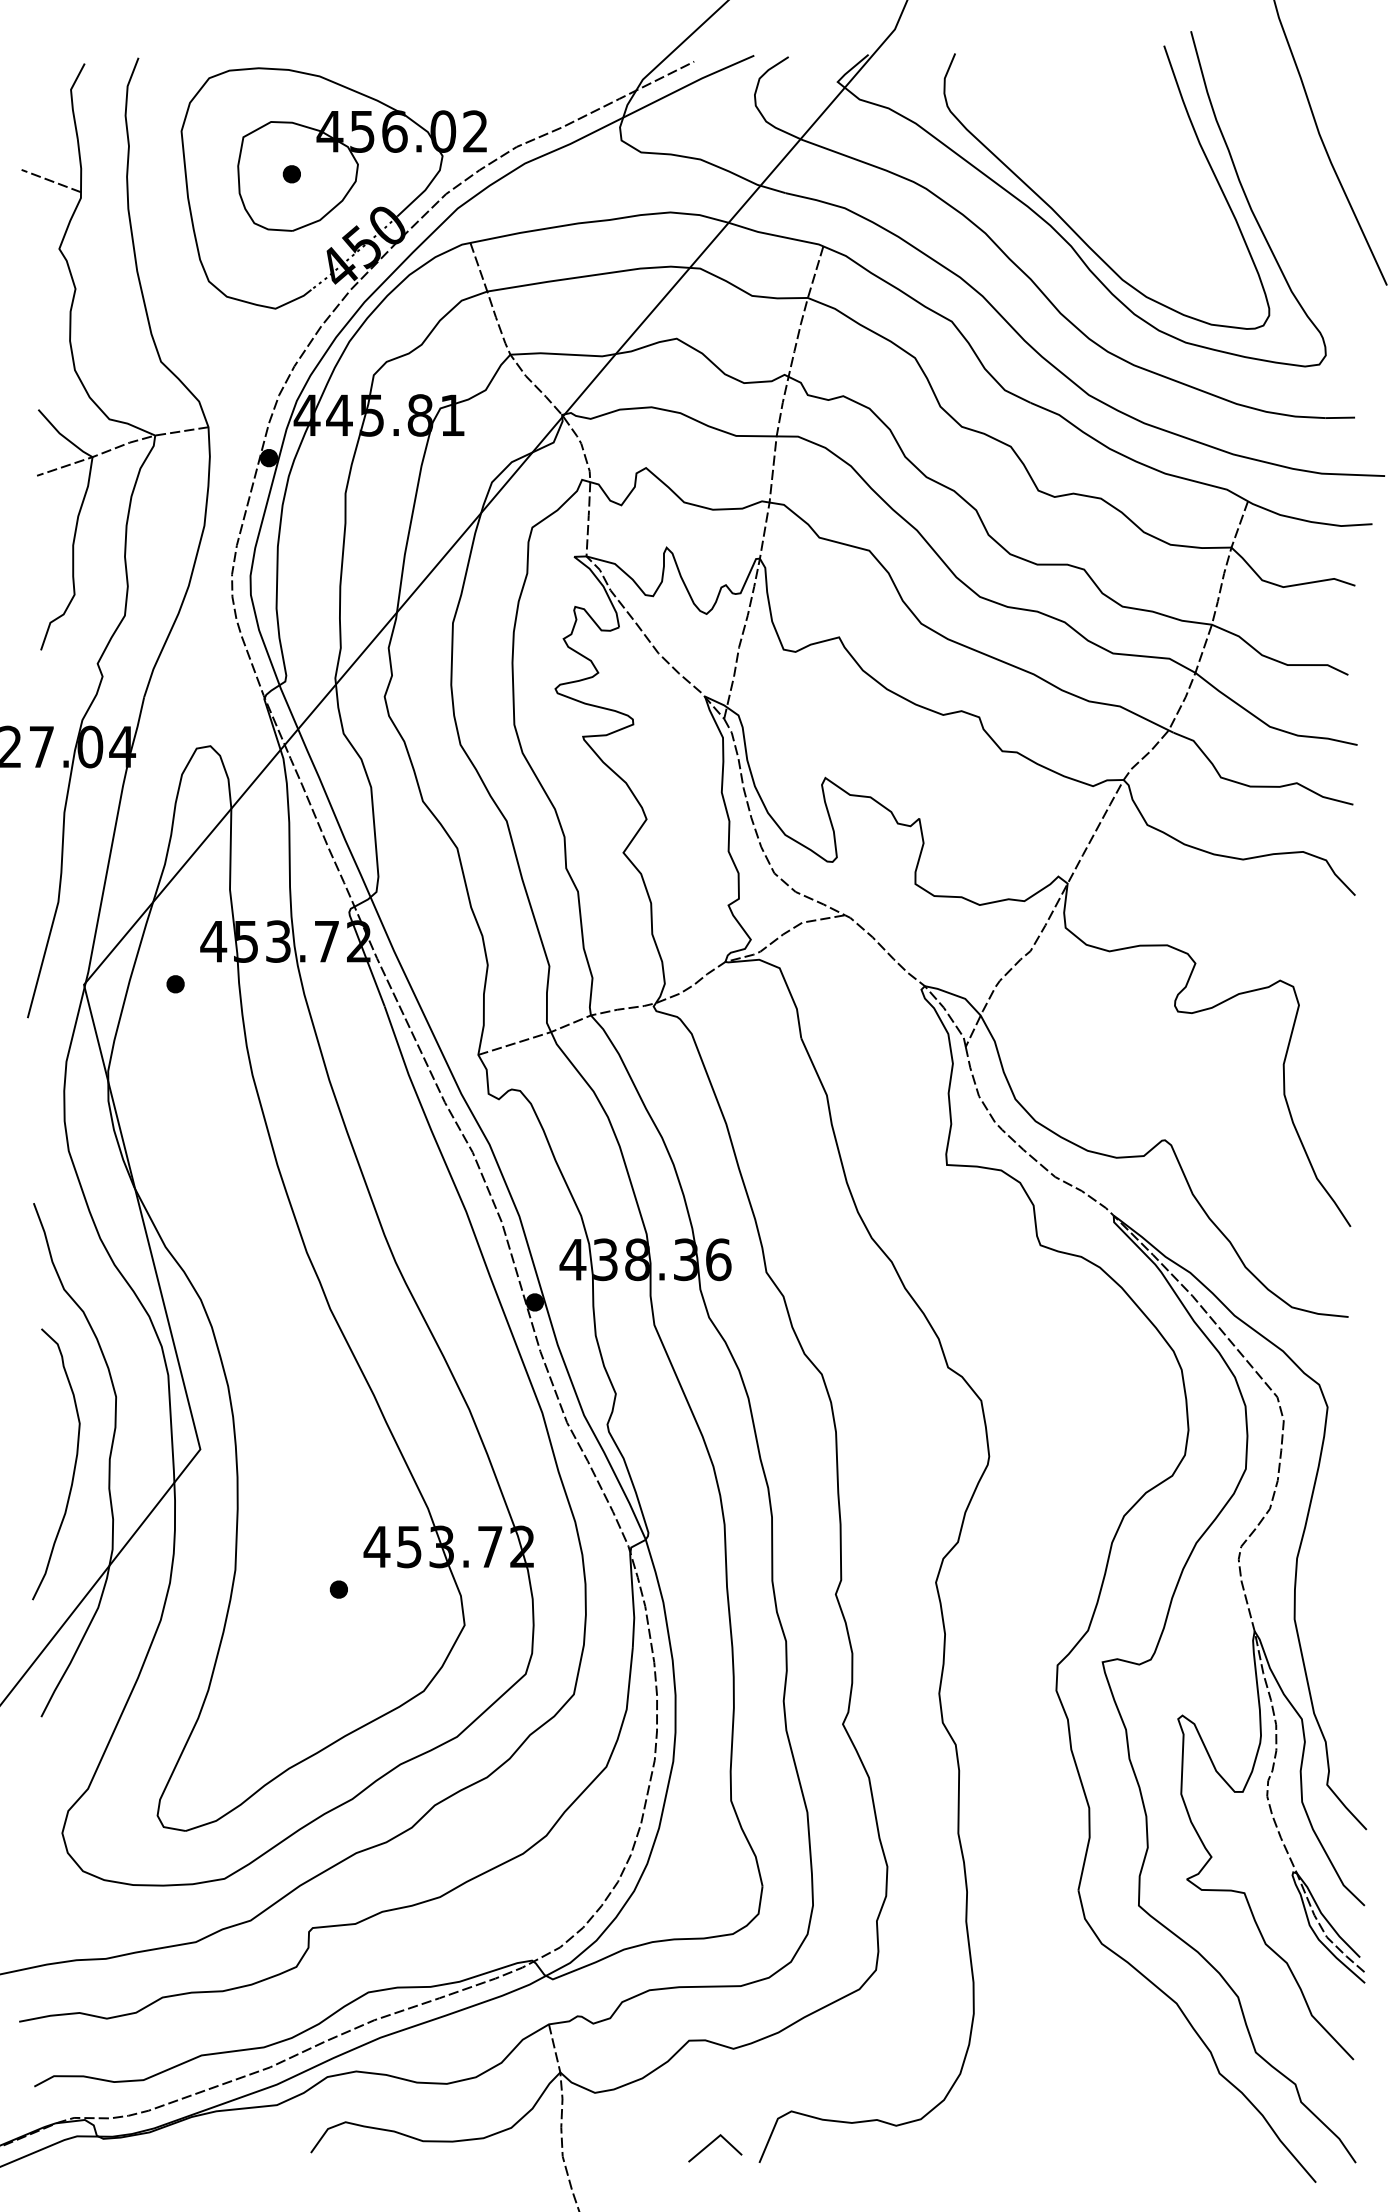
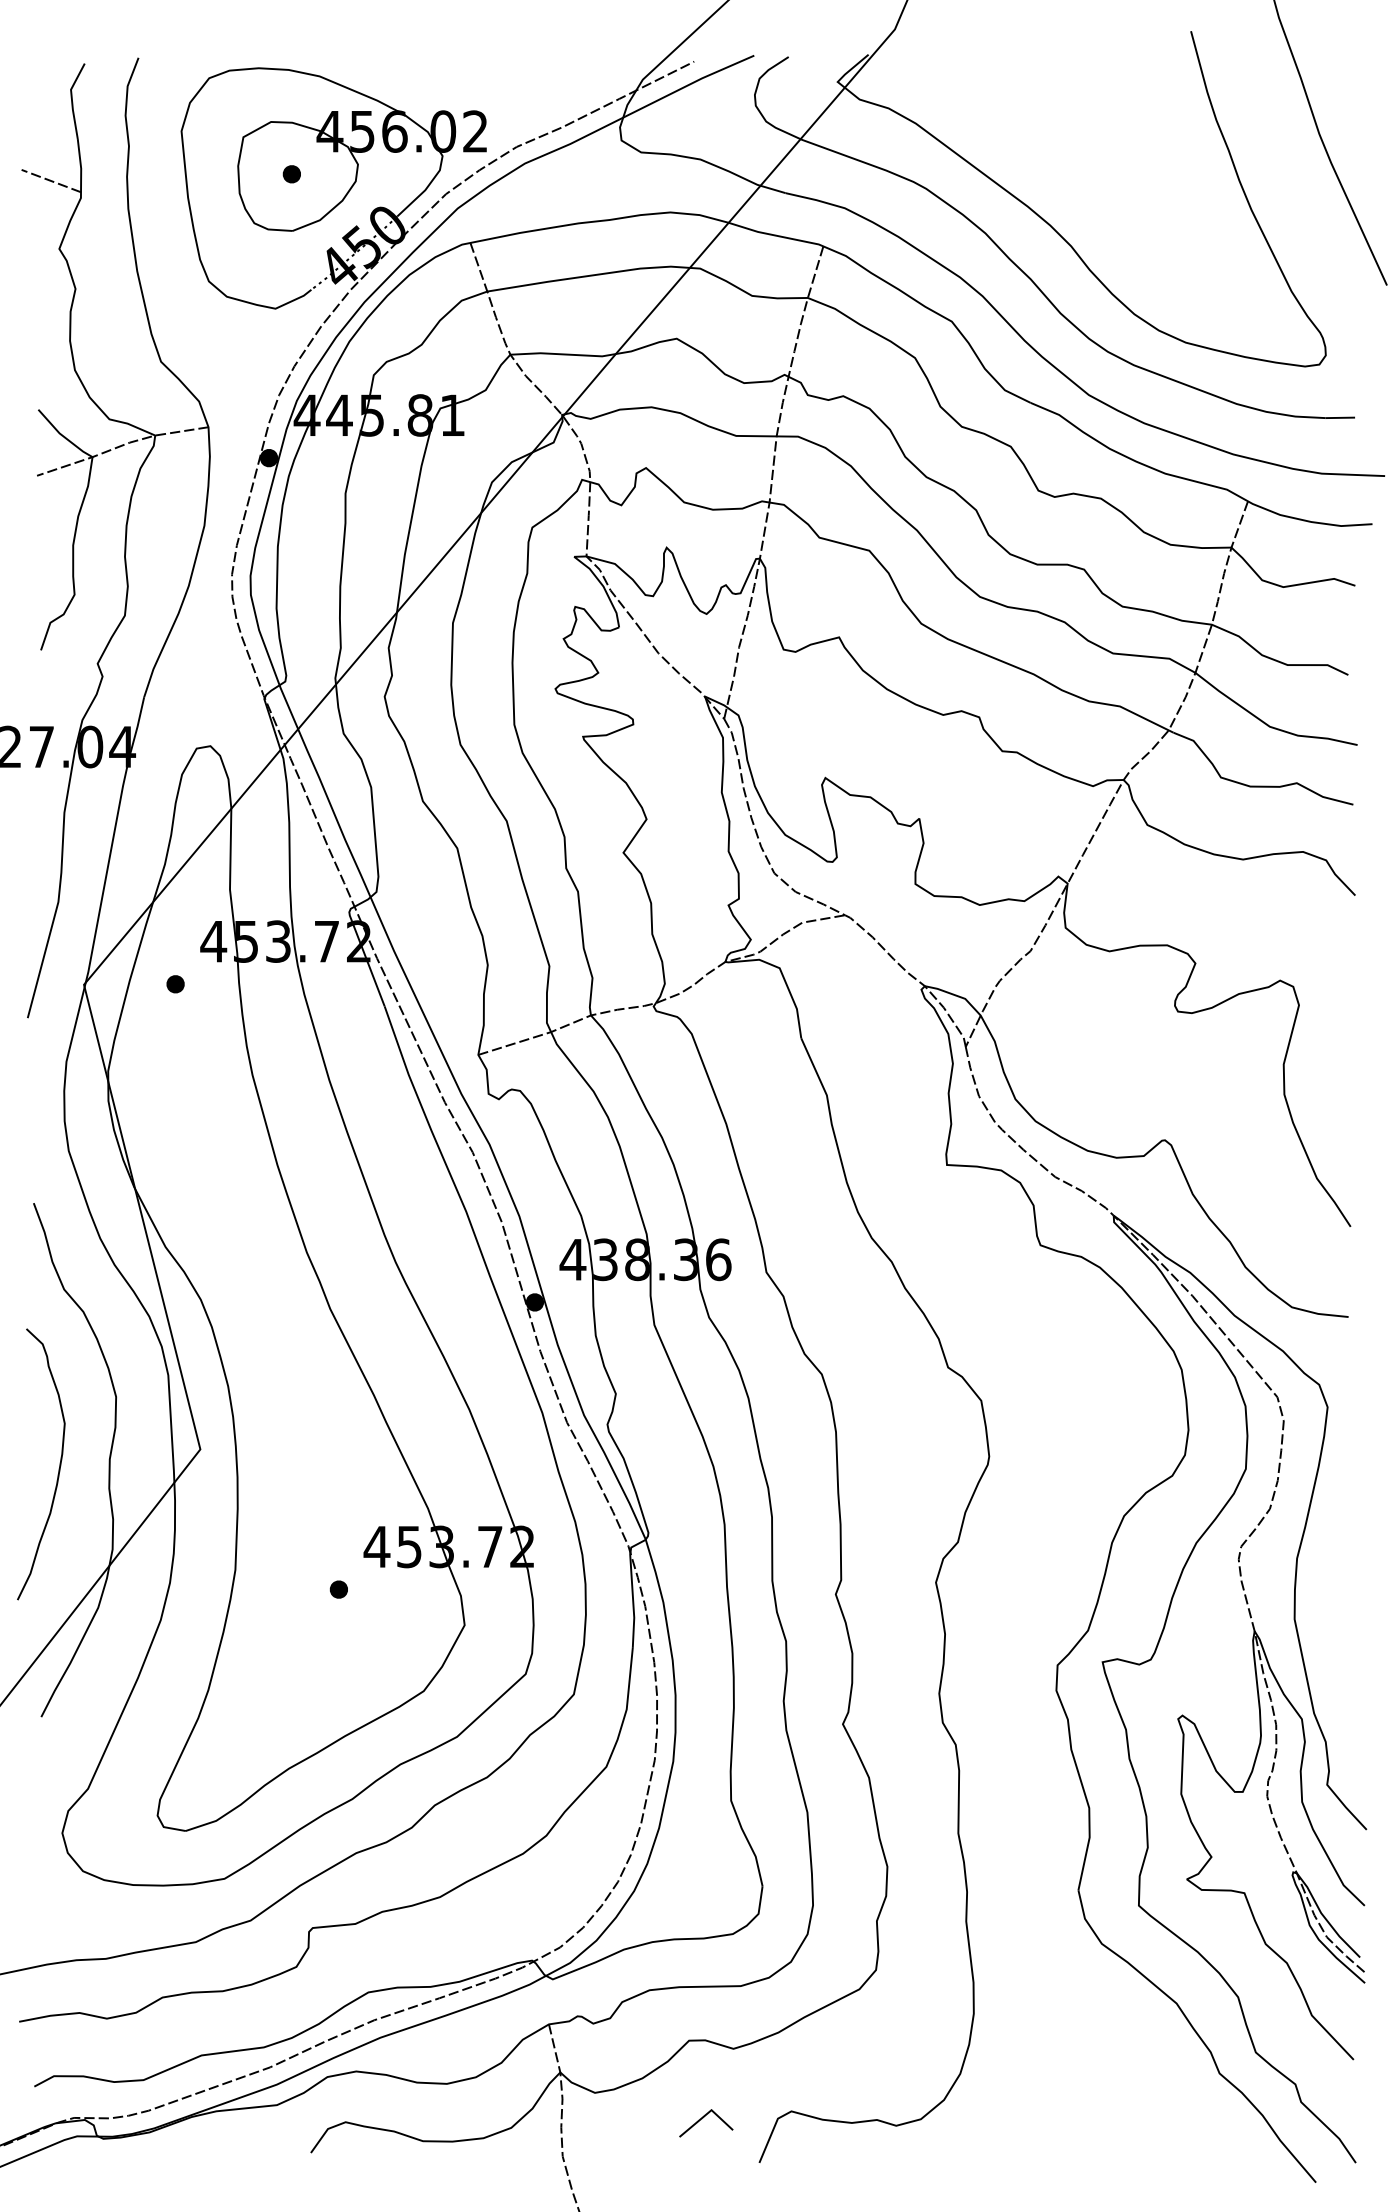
curve at (1068, 224): present -> none
curve at (73, 1468) position: (73, 1468) -> (58, 1468)
line at (711, 2144) position: (711, 2144) -> (702, 2119)
